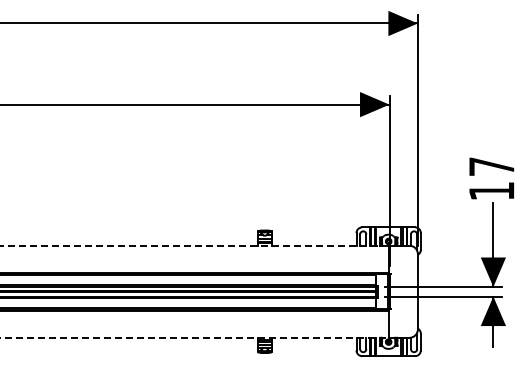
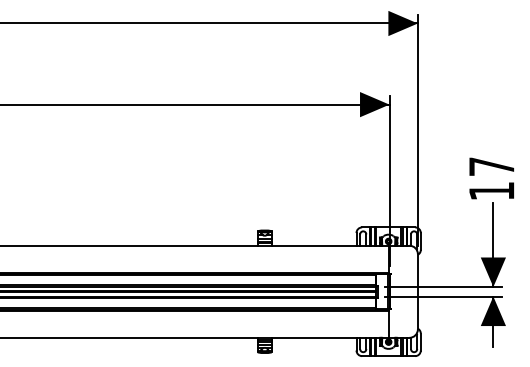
line at (194, 245): dashed -> solid
line at (194, 337): dashed -> solid
